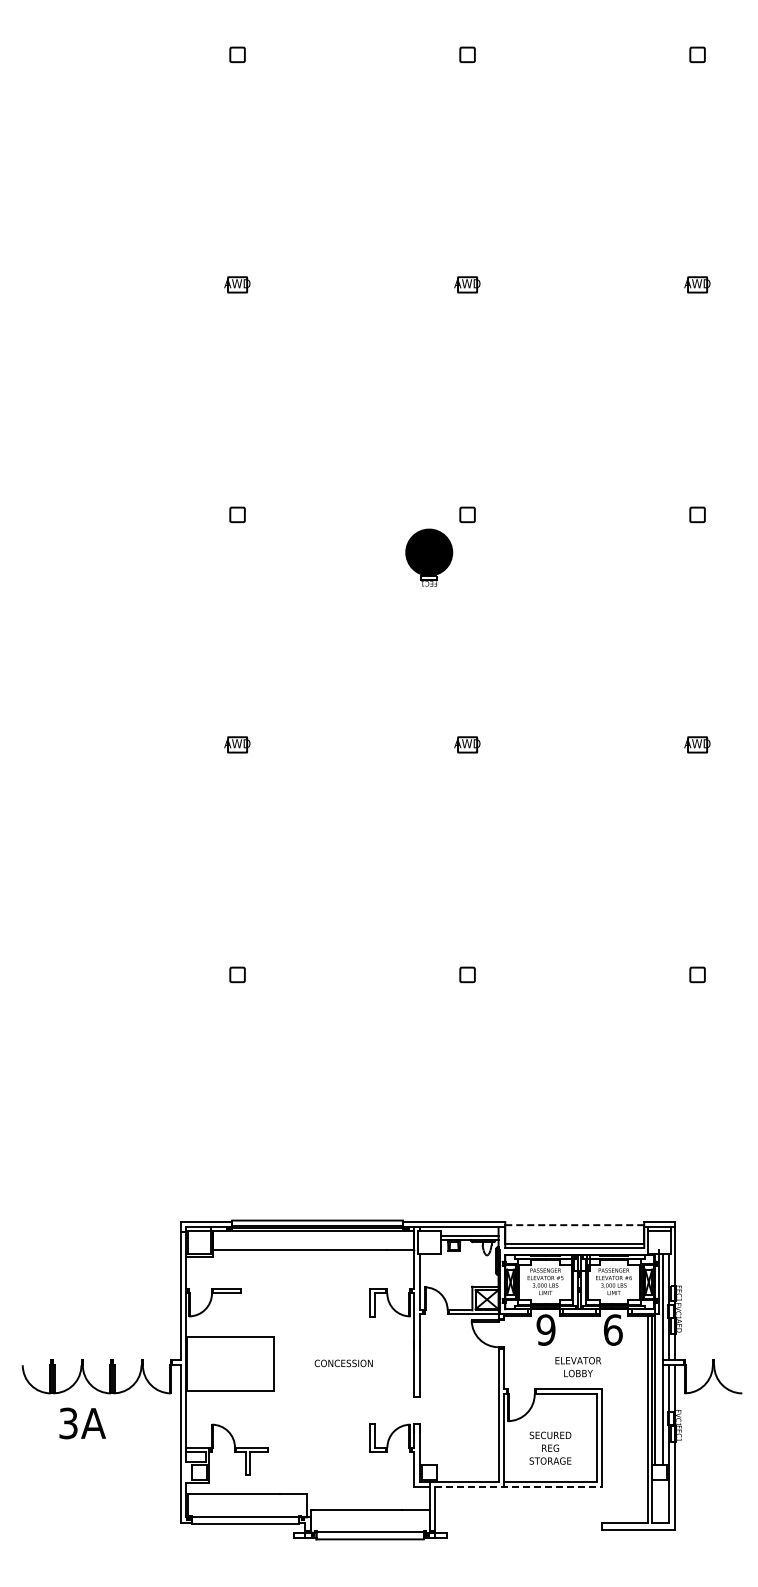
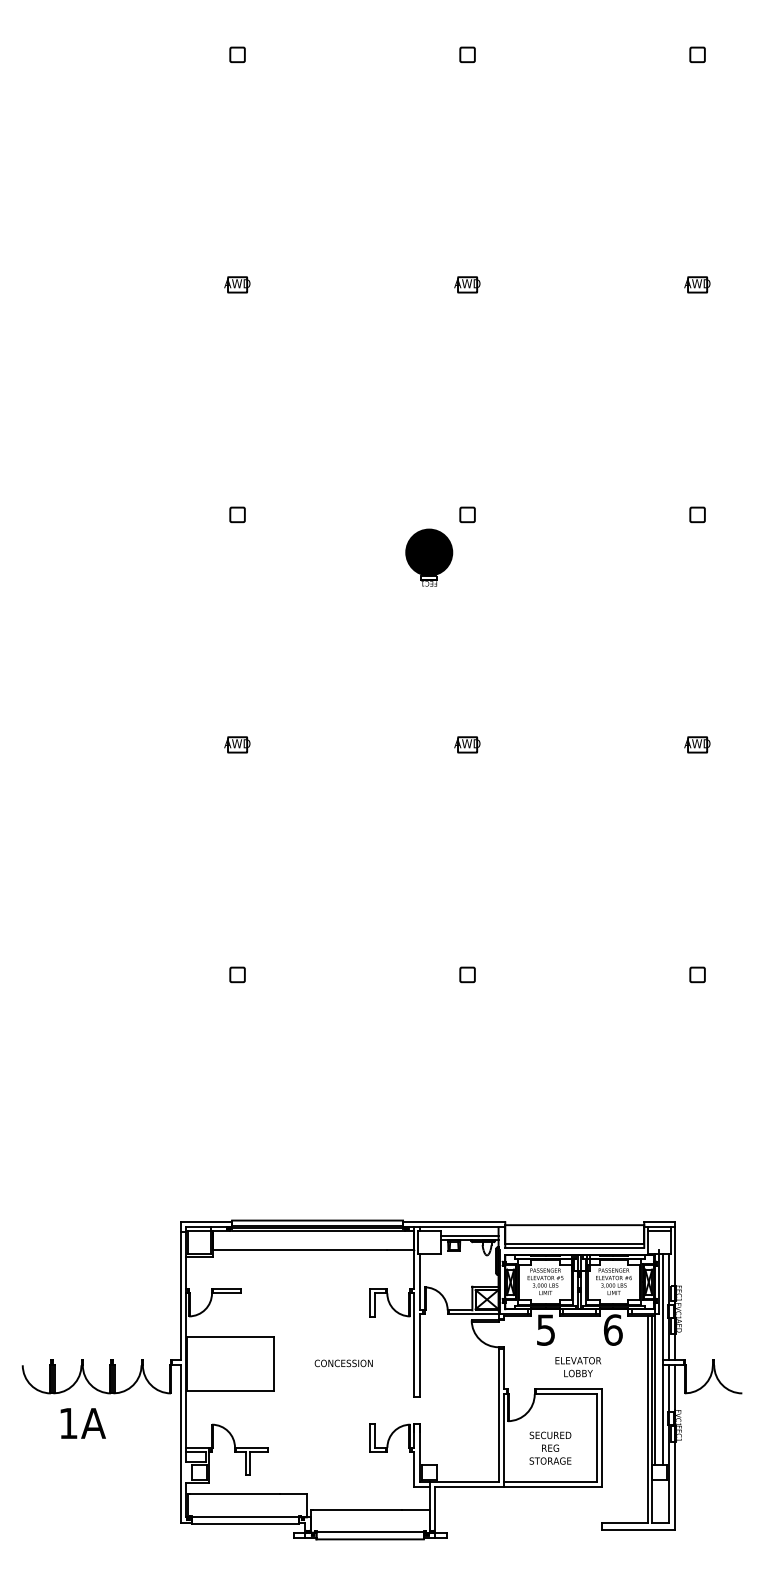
line at (574, 1225): dashed -> solid
text at (545, 1329): 9 -> 5
text at (68, 1423): 3A -> 1A
line at (518, 1486): dashed -> solid
